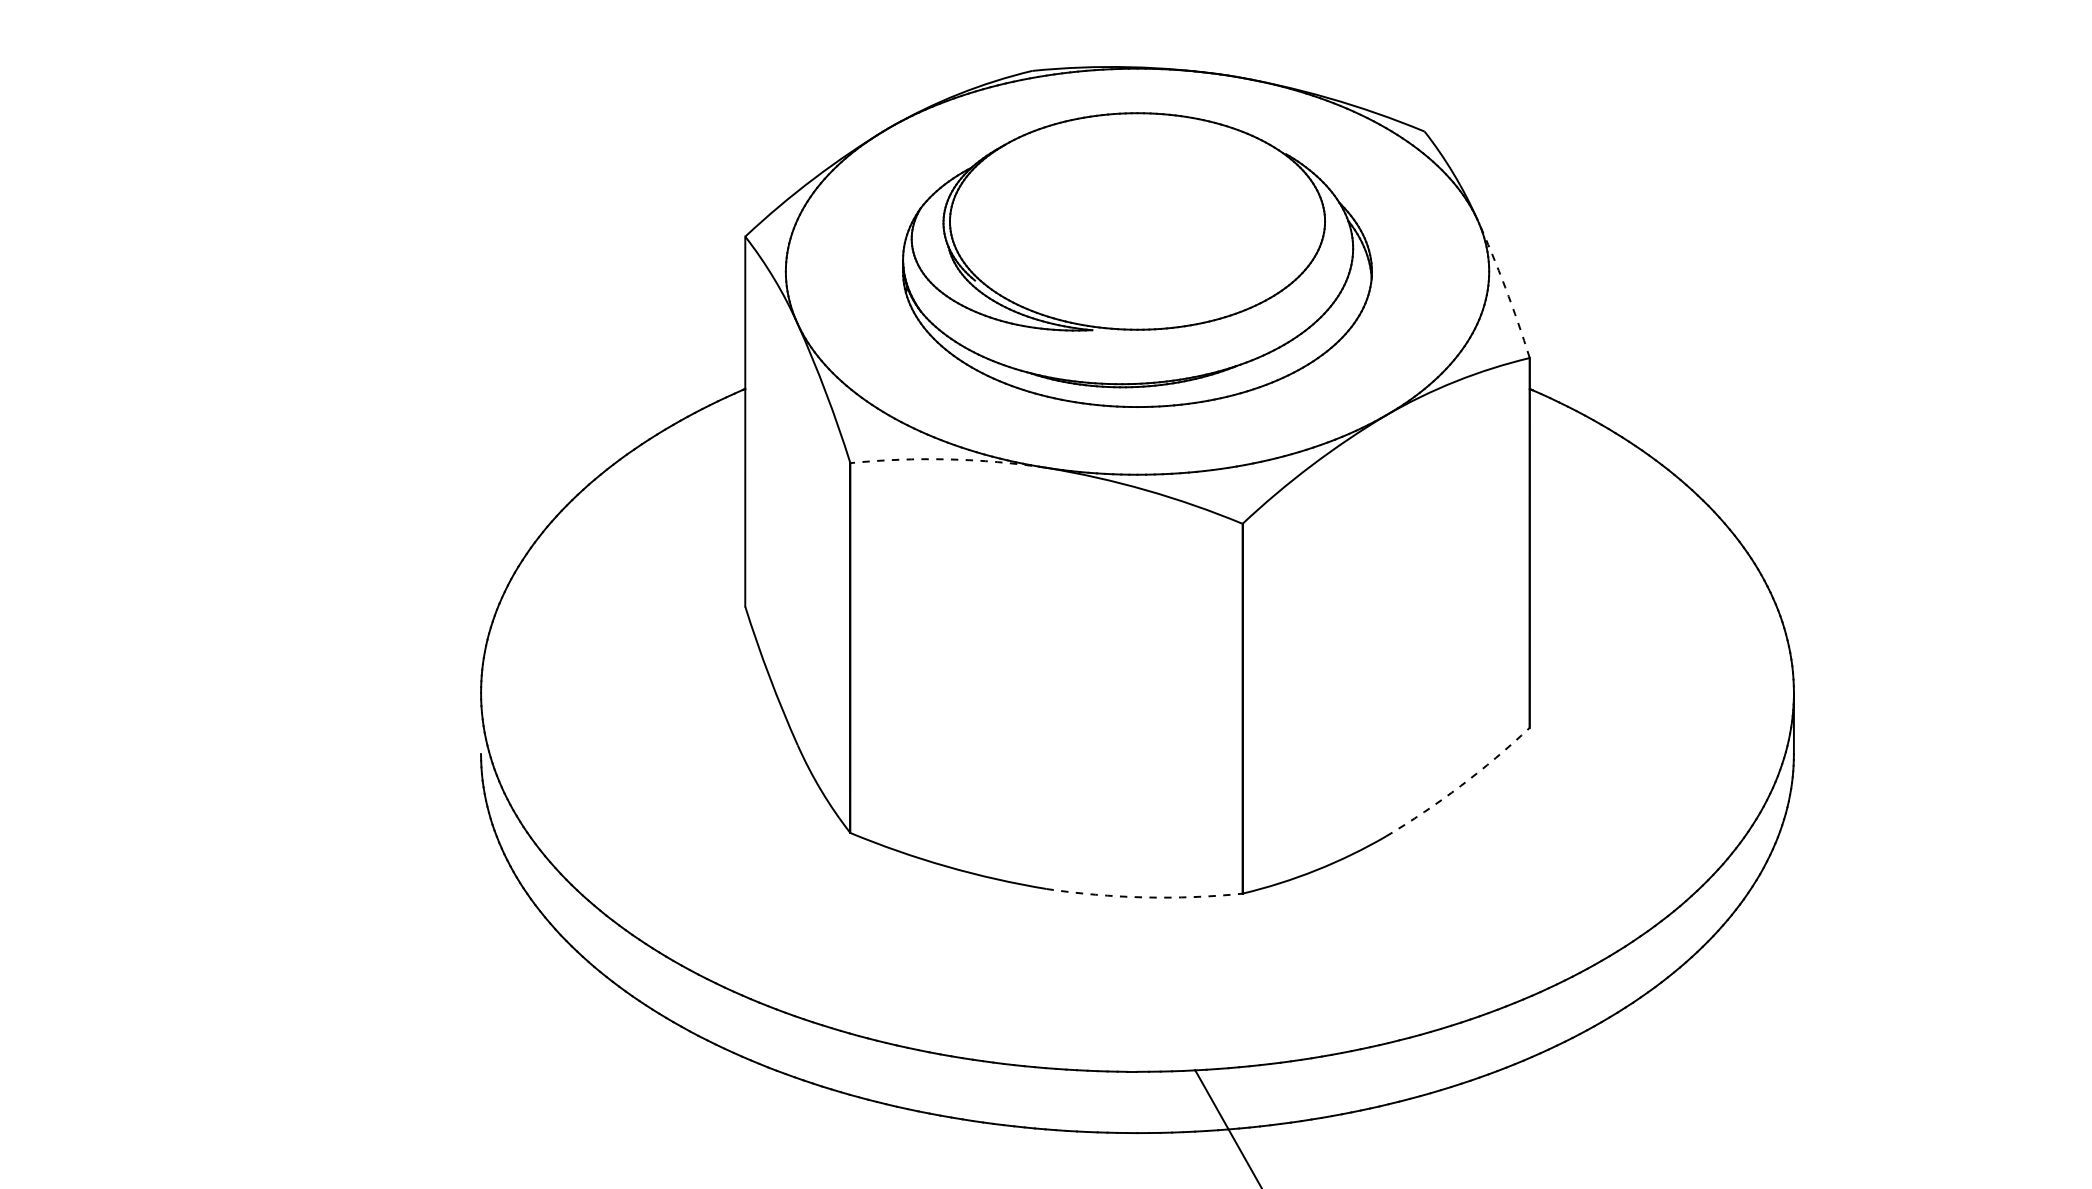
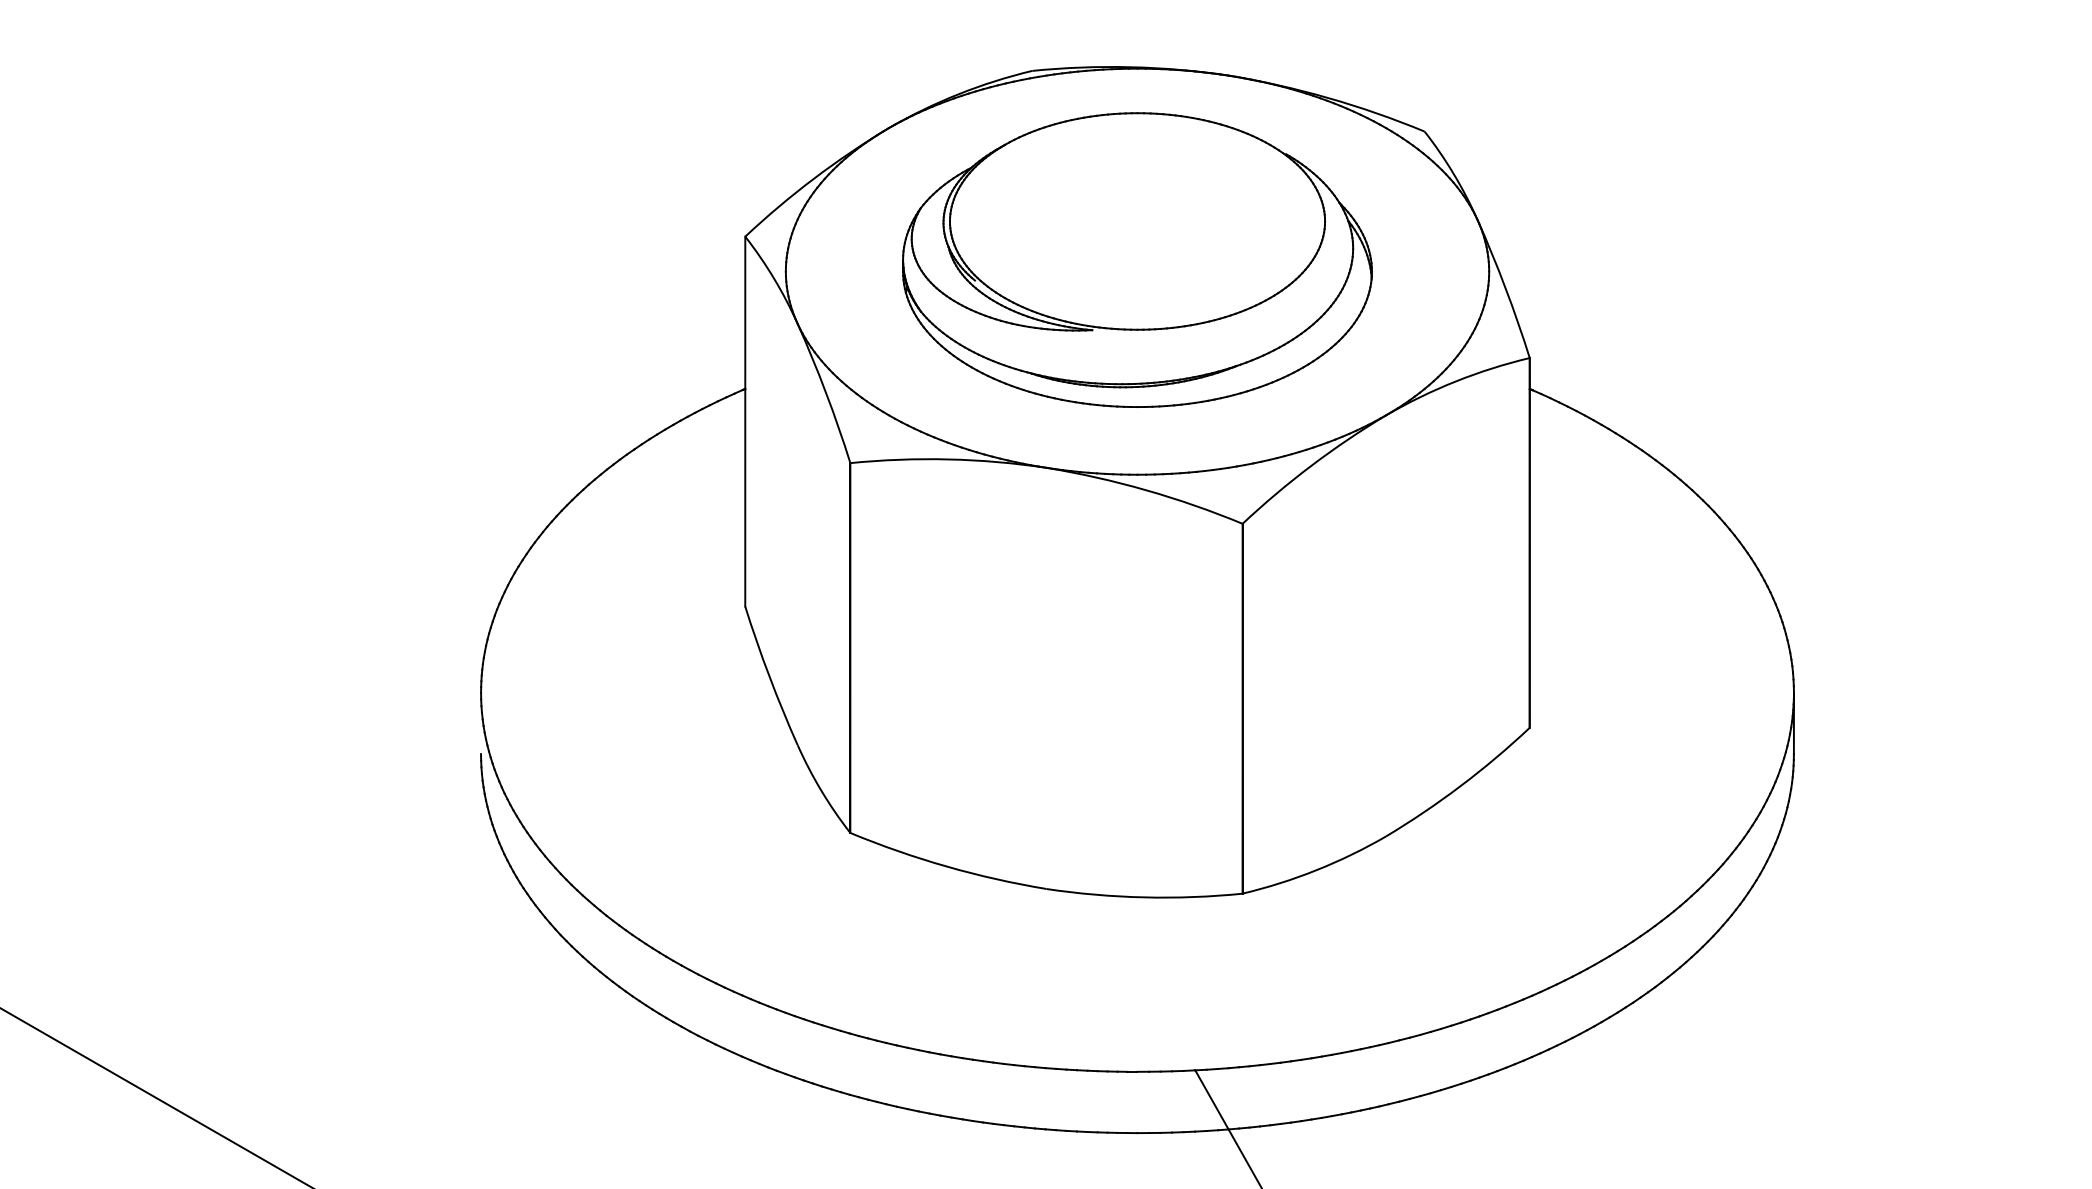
arc at (1505, 287): dashed -> solid
arc at (948, 459): dashed -> solid
arc at (1460, 785): dashed -> solid
arc at (1144, 897): dashed -> solid
line at (155, 1097): none -> present
